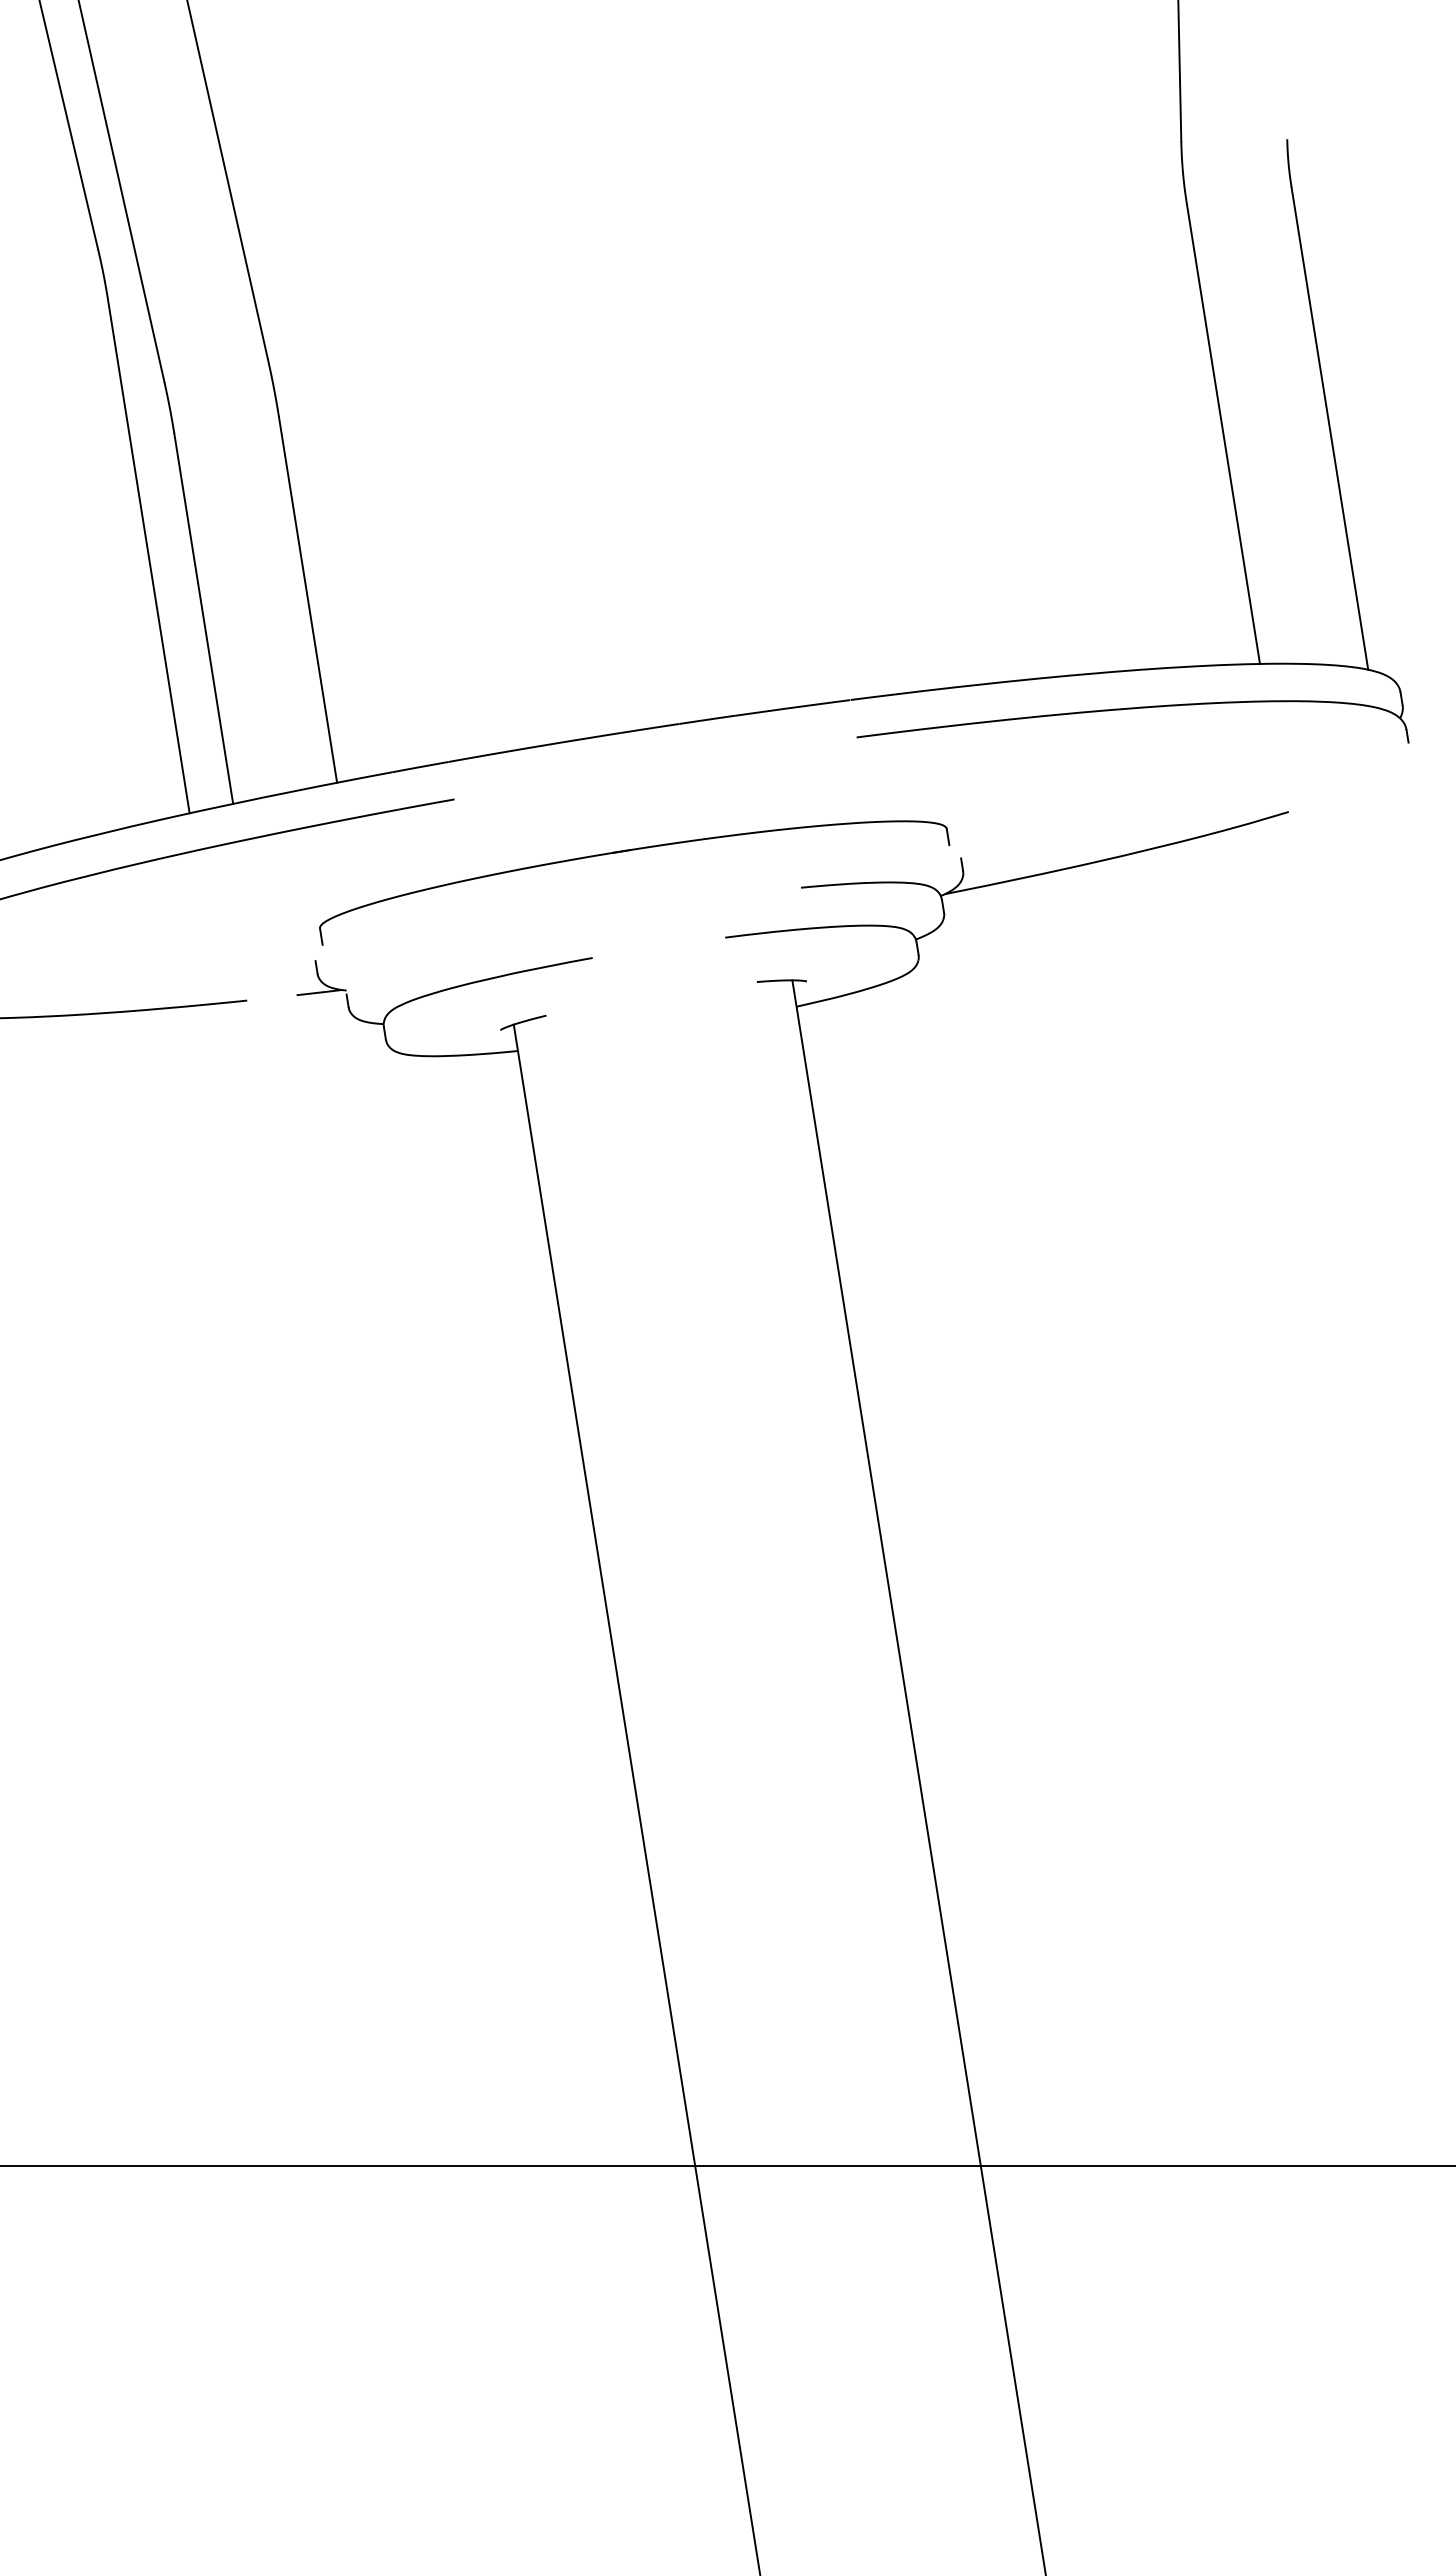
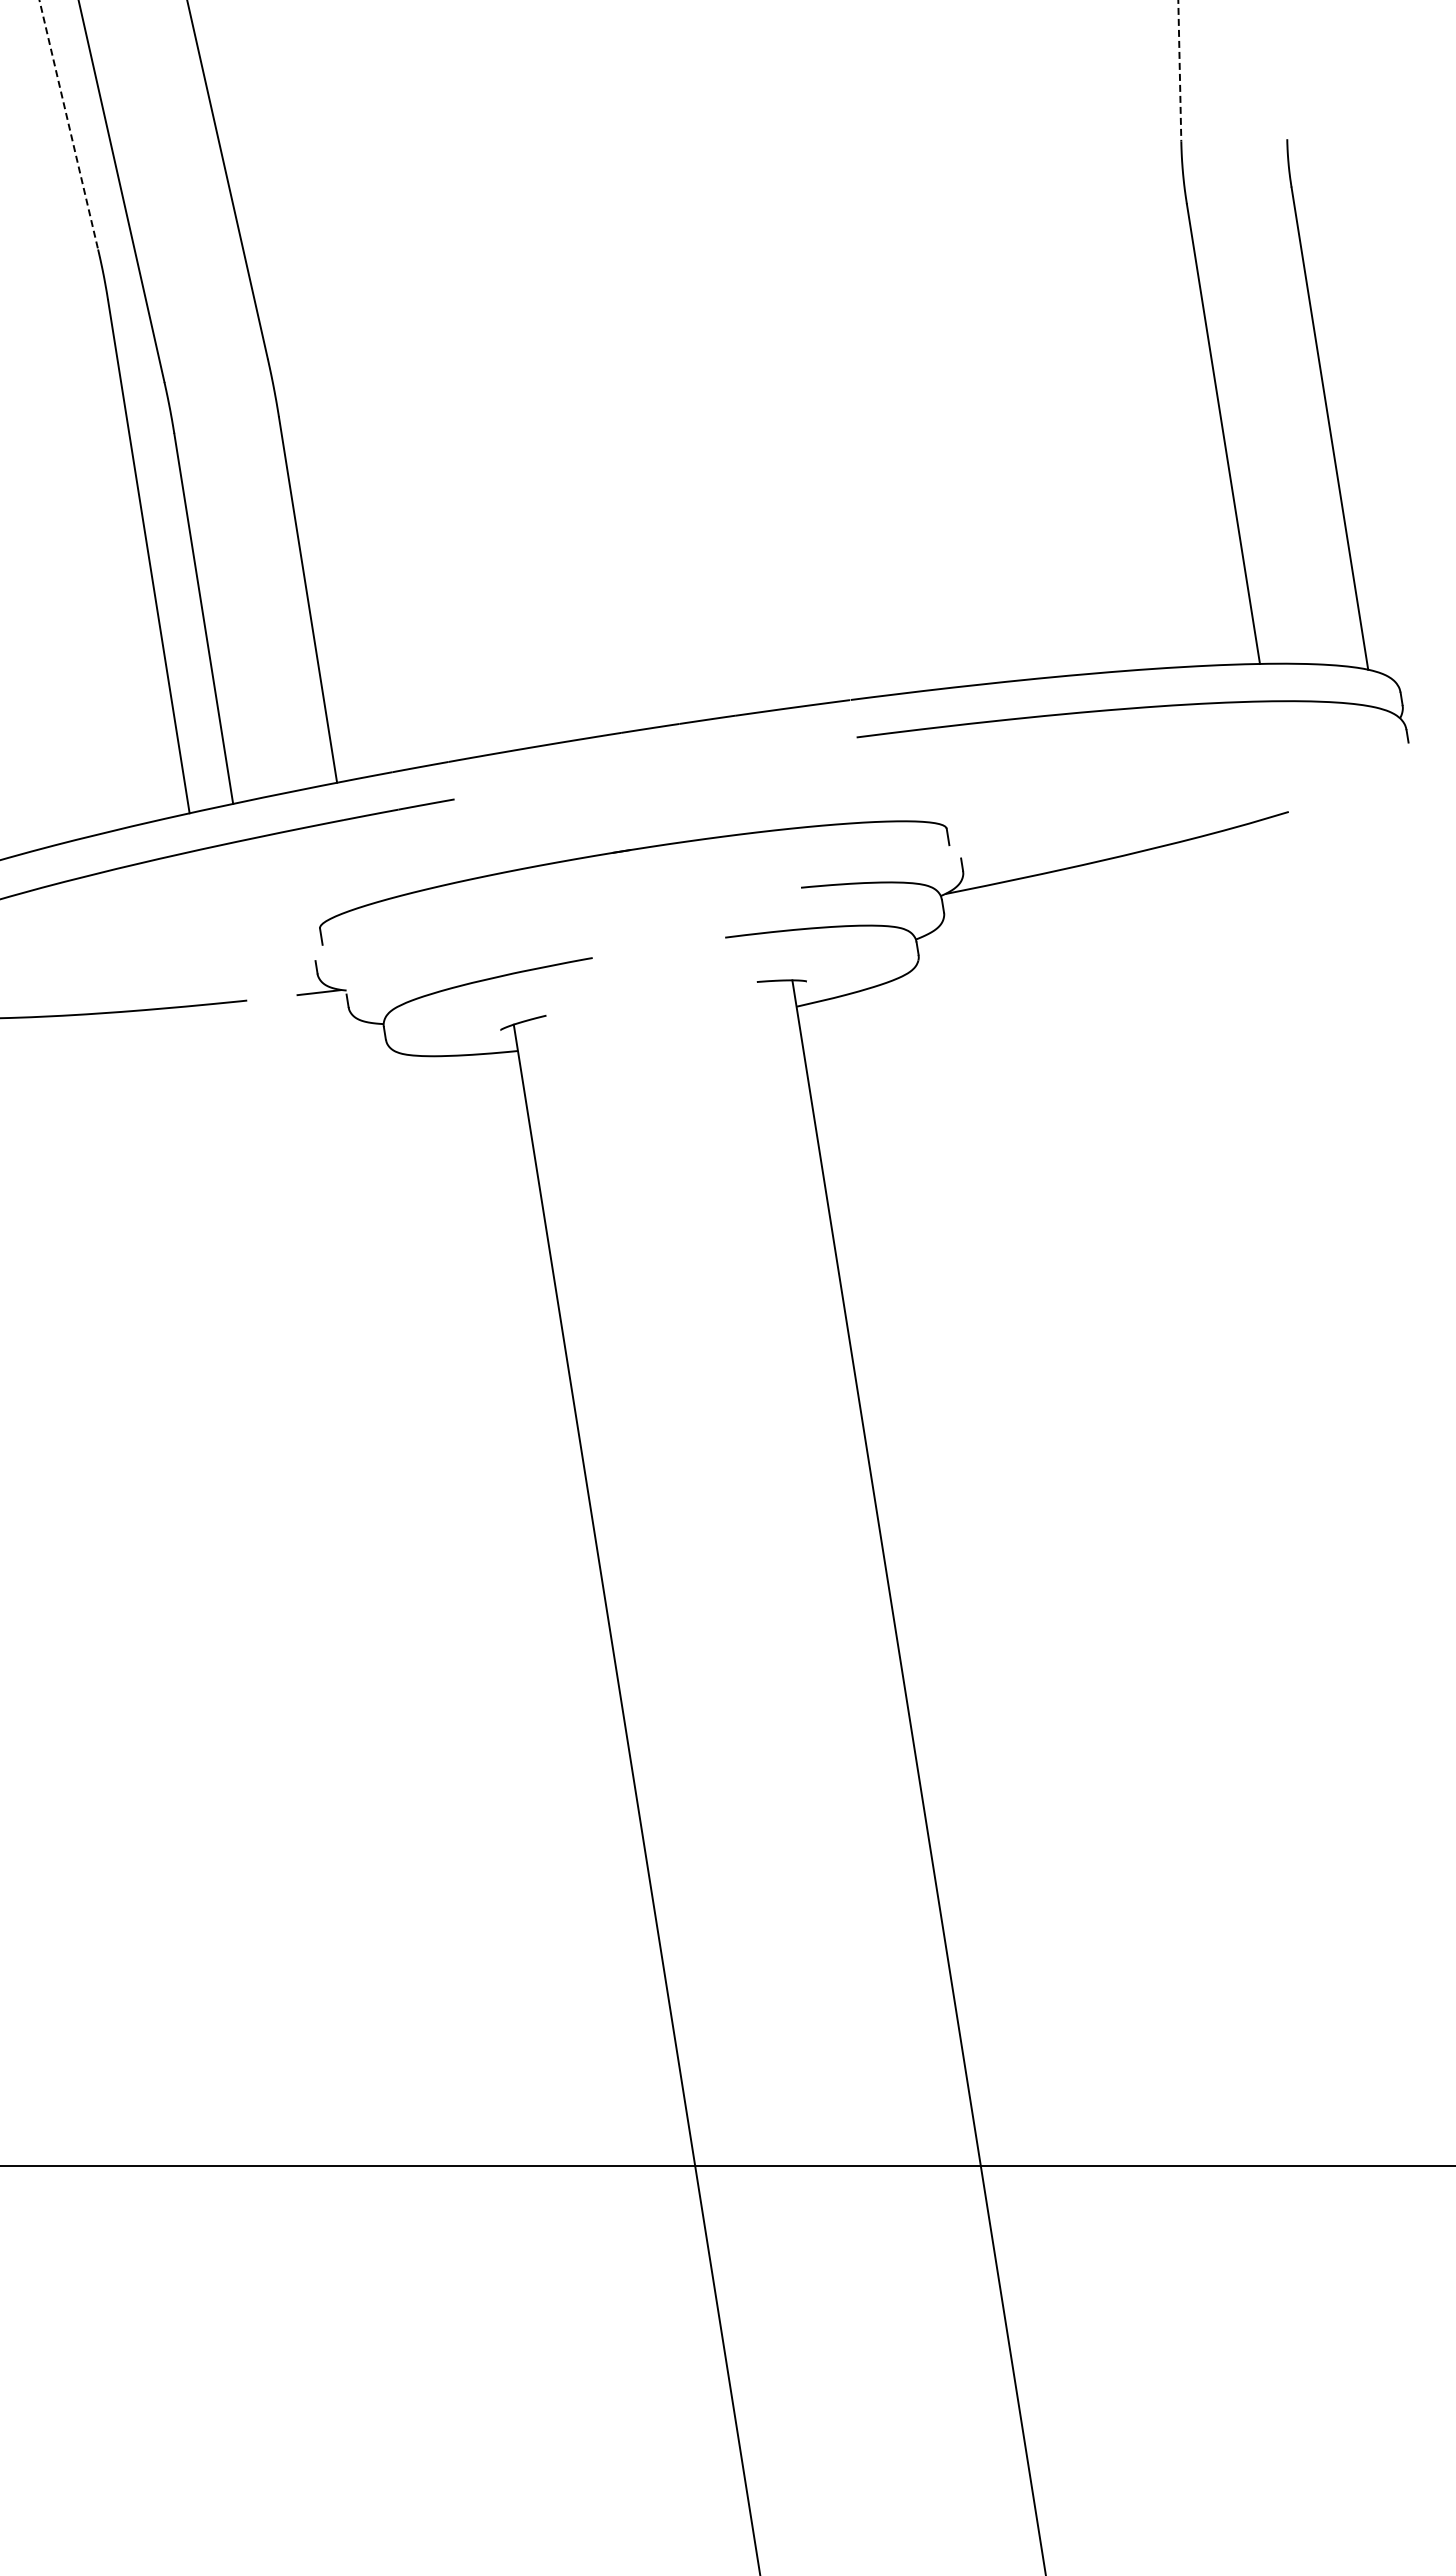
line at (1179, 71): solid -> dashed
line at (68, 124): solid -> dashed
